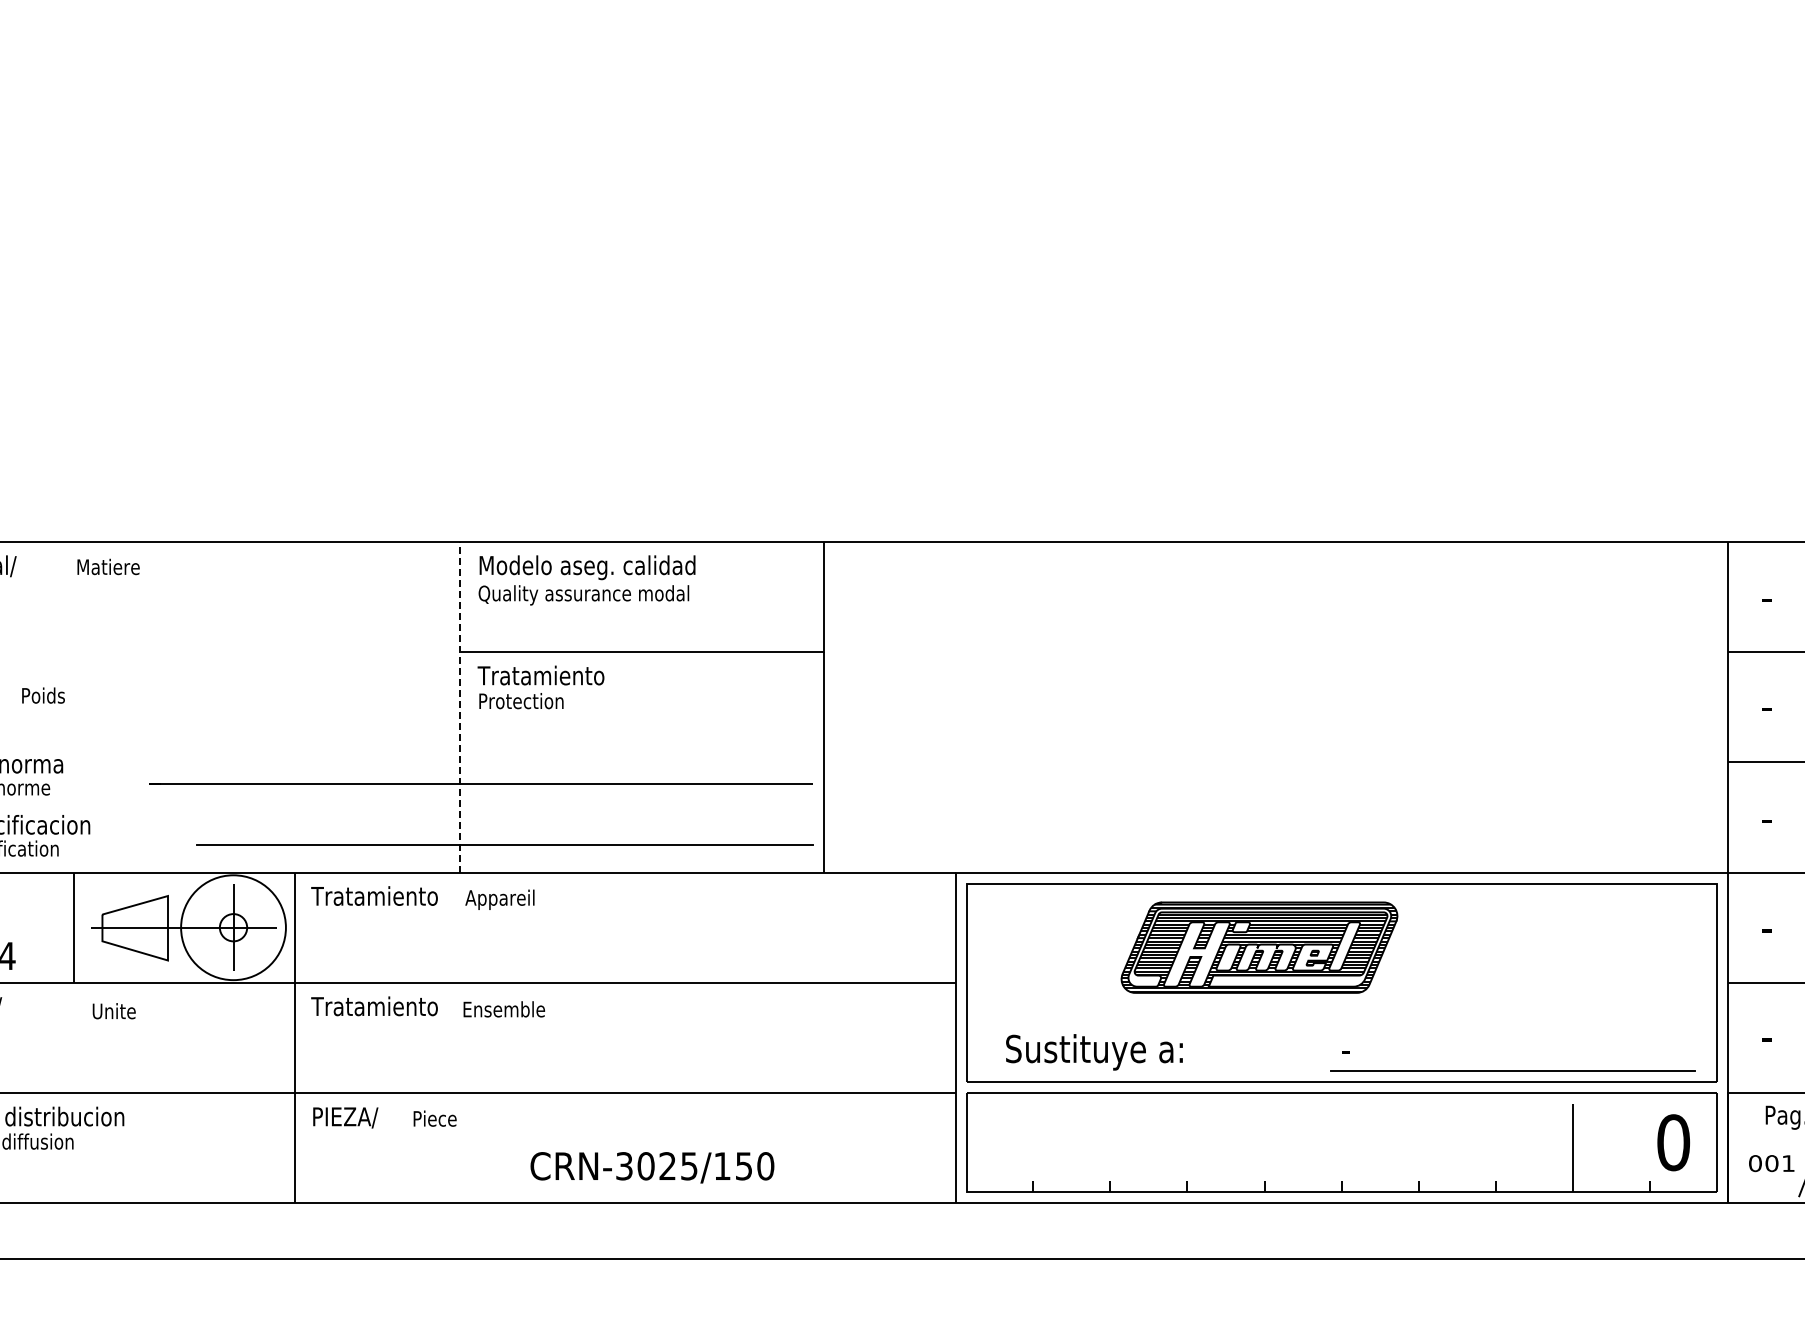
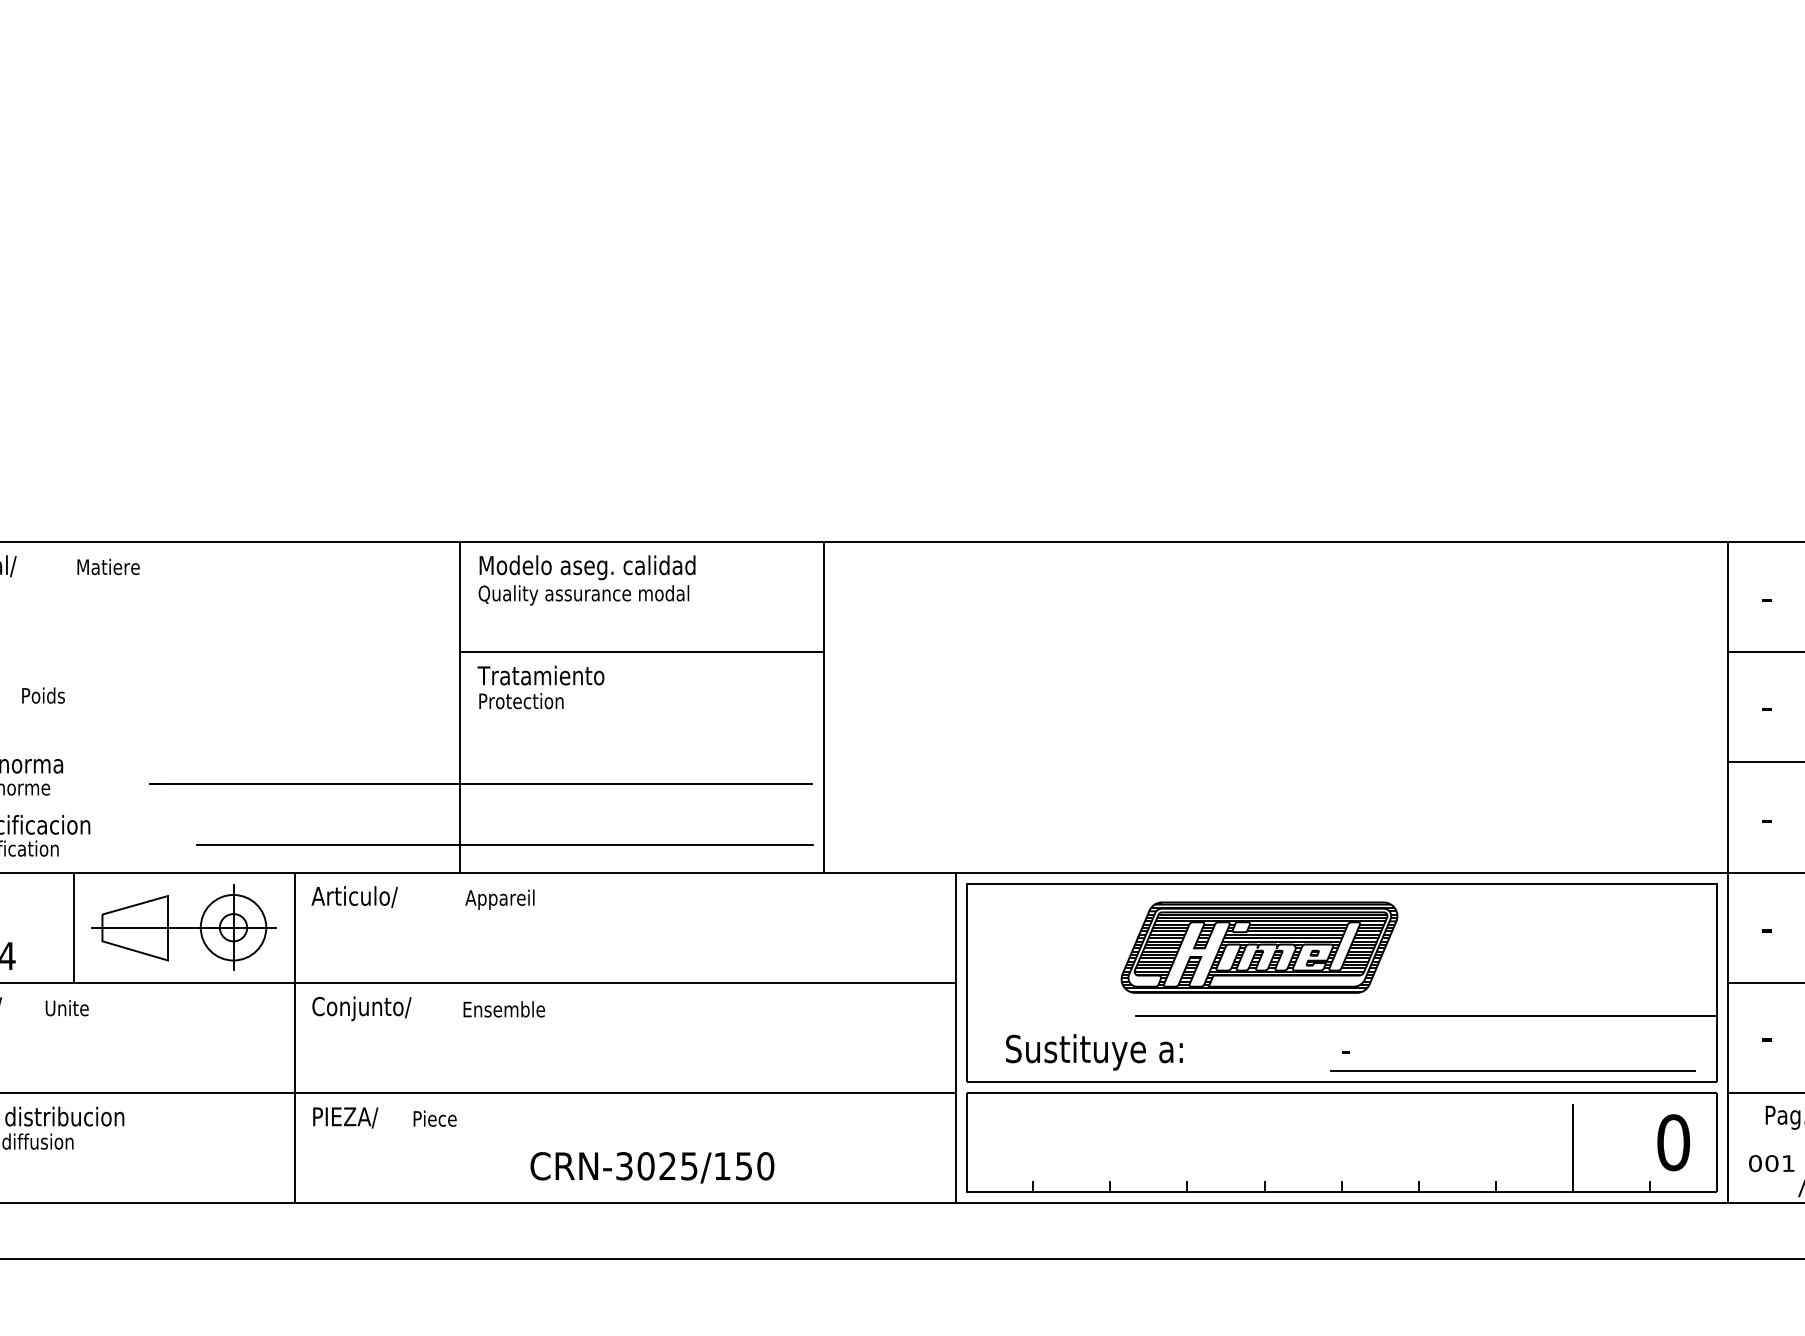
line at (460, 706): dashed -> solid
text at (374, 896): Tratamiento -> Articulo/
circle at (233, 927) diameter: 105 px -> 66 px
text at (374, 1008): Tratamiento -> Conjunto/
text at (113, 1011) position: (113, 1011) -> (66, 1008)
line at (1426, 1015): none -> present
